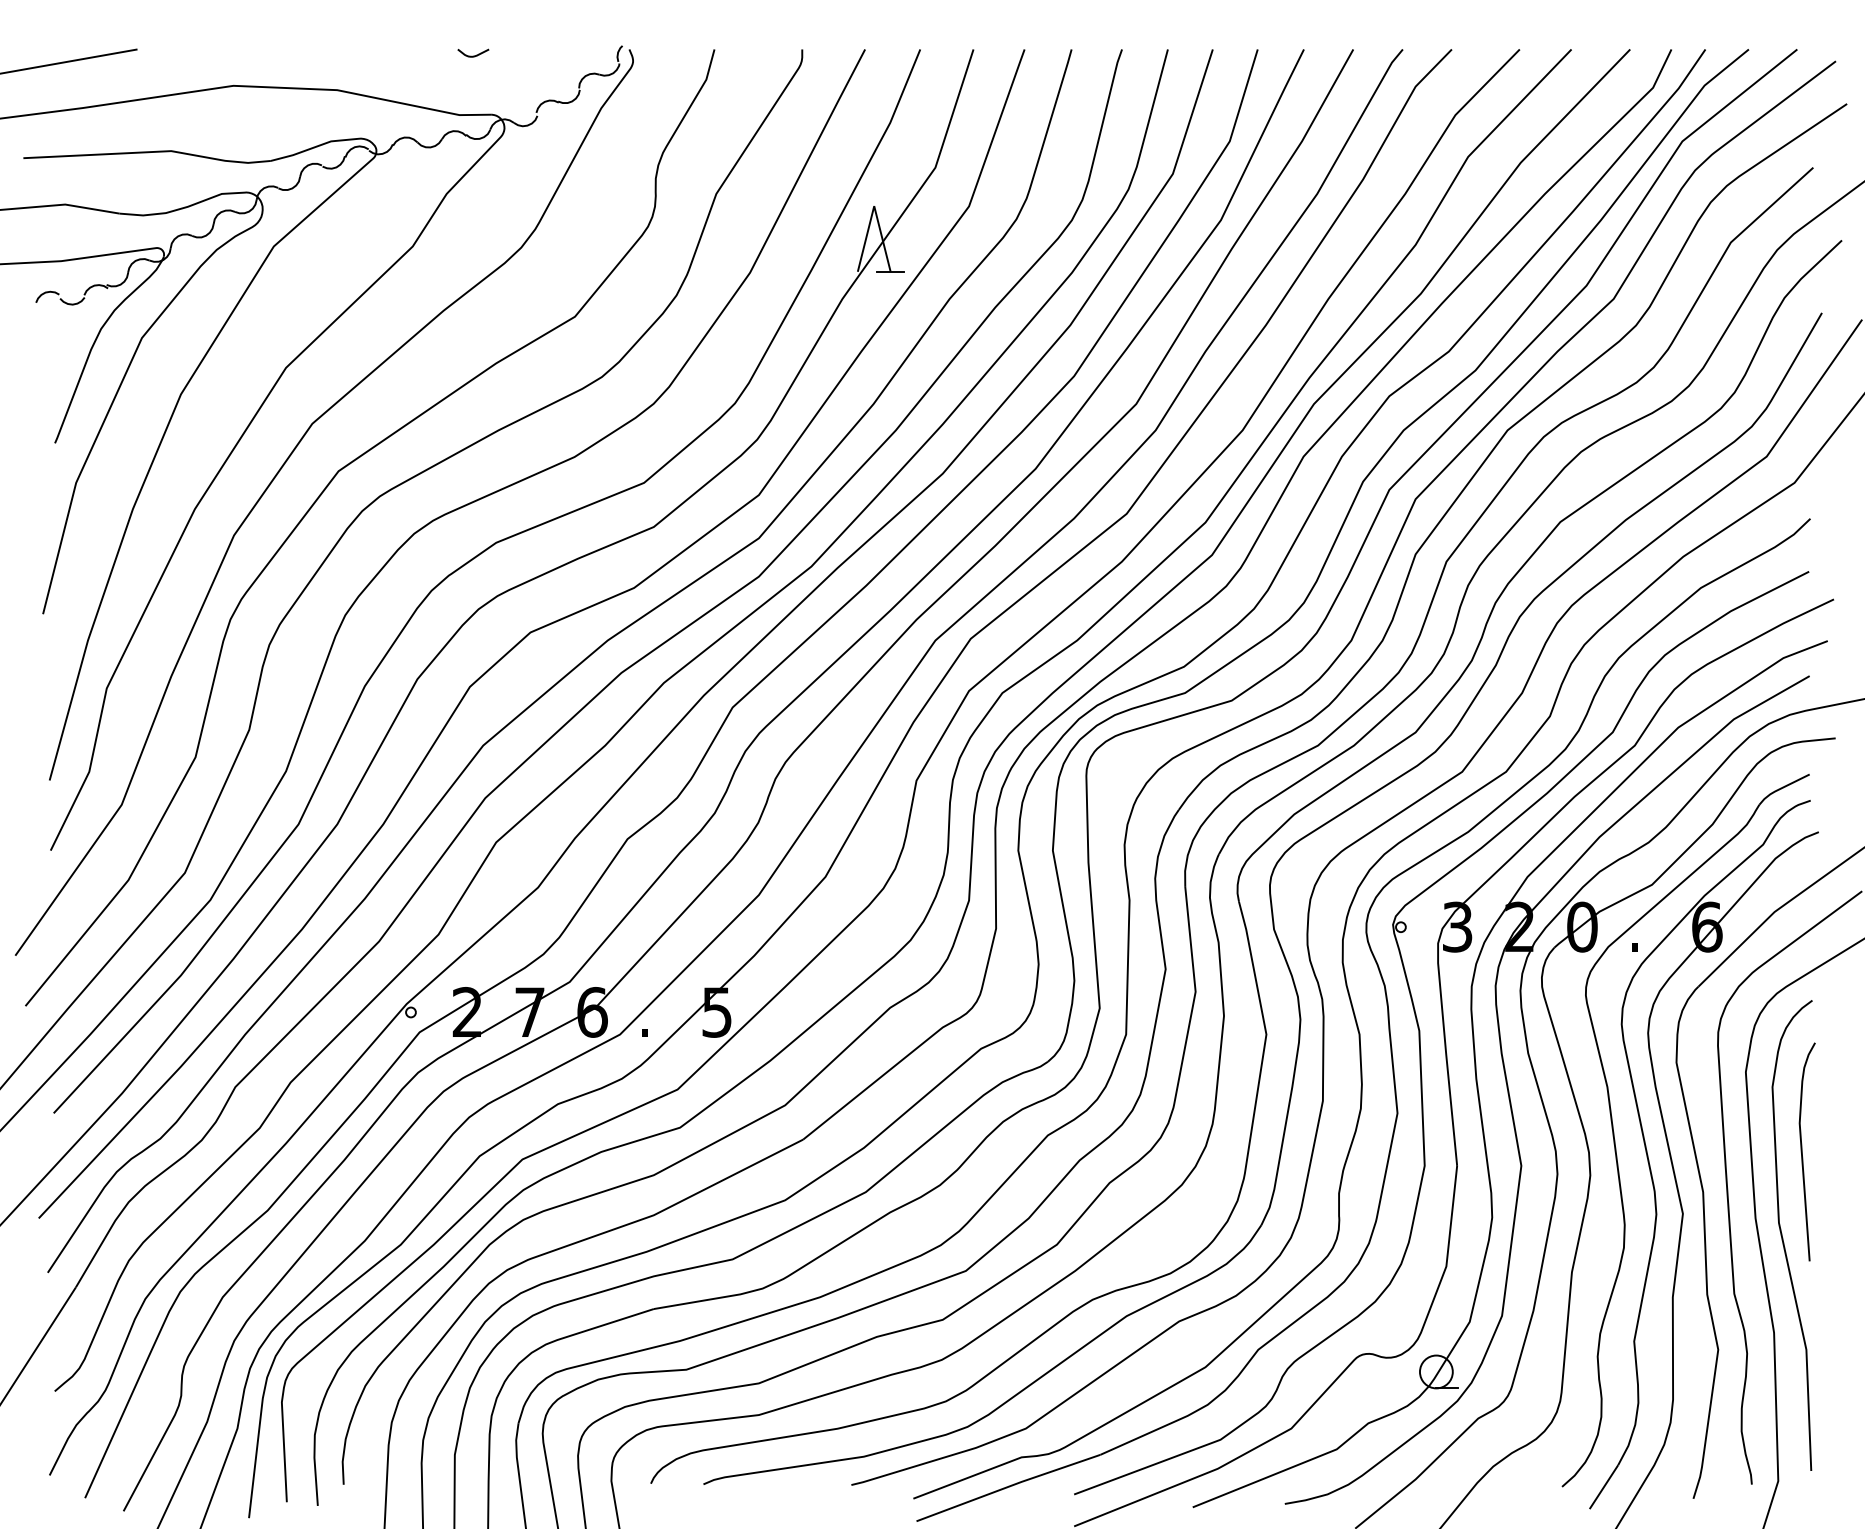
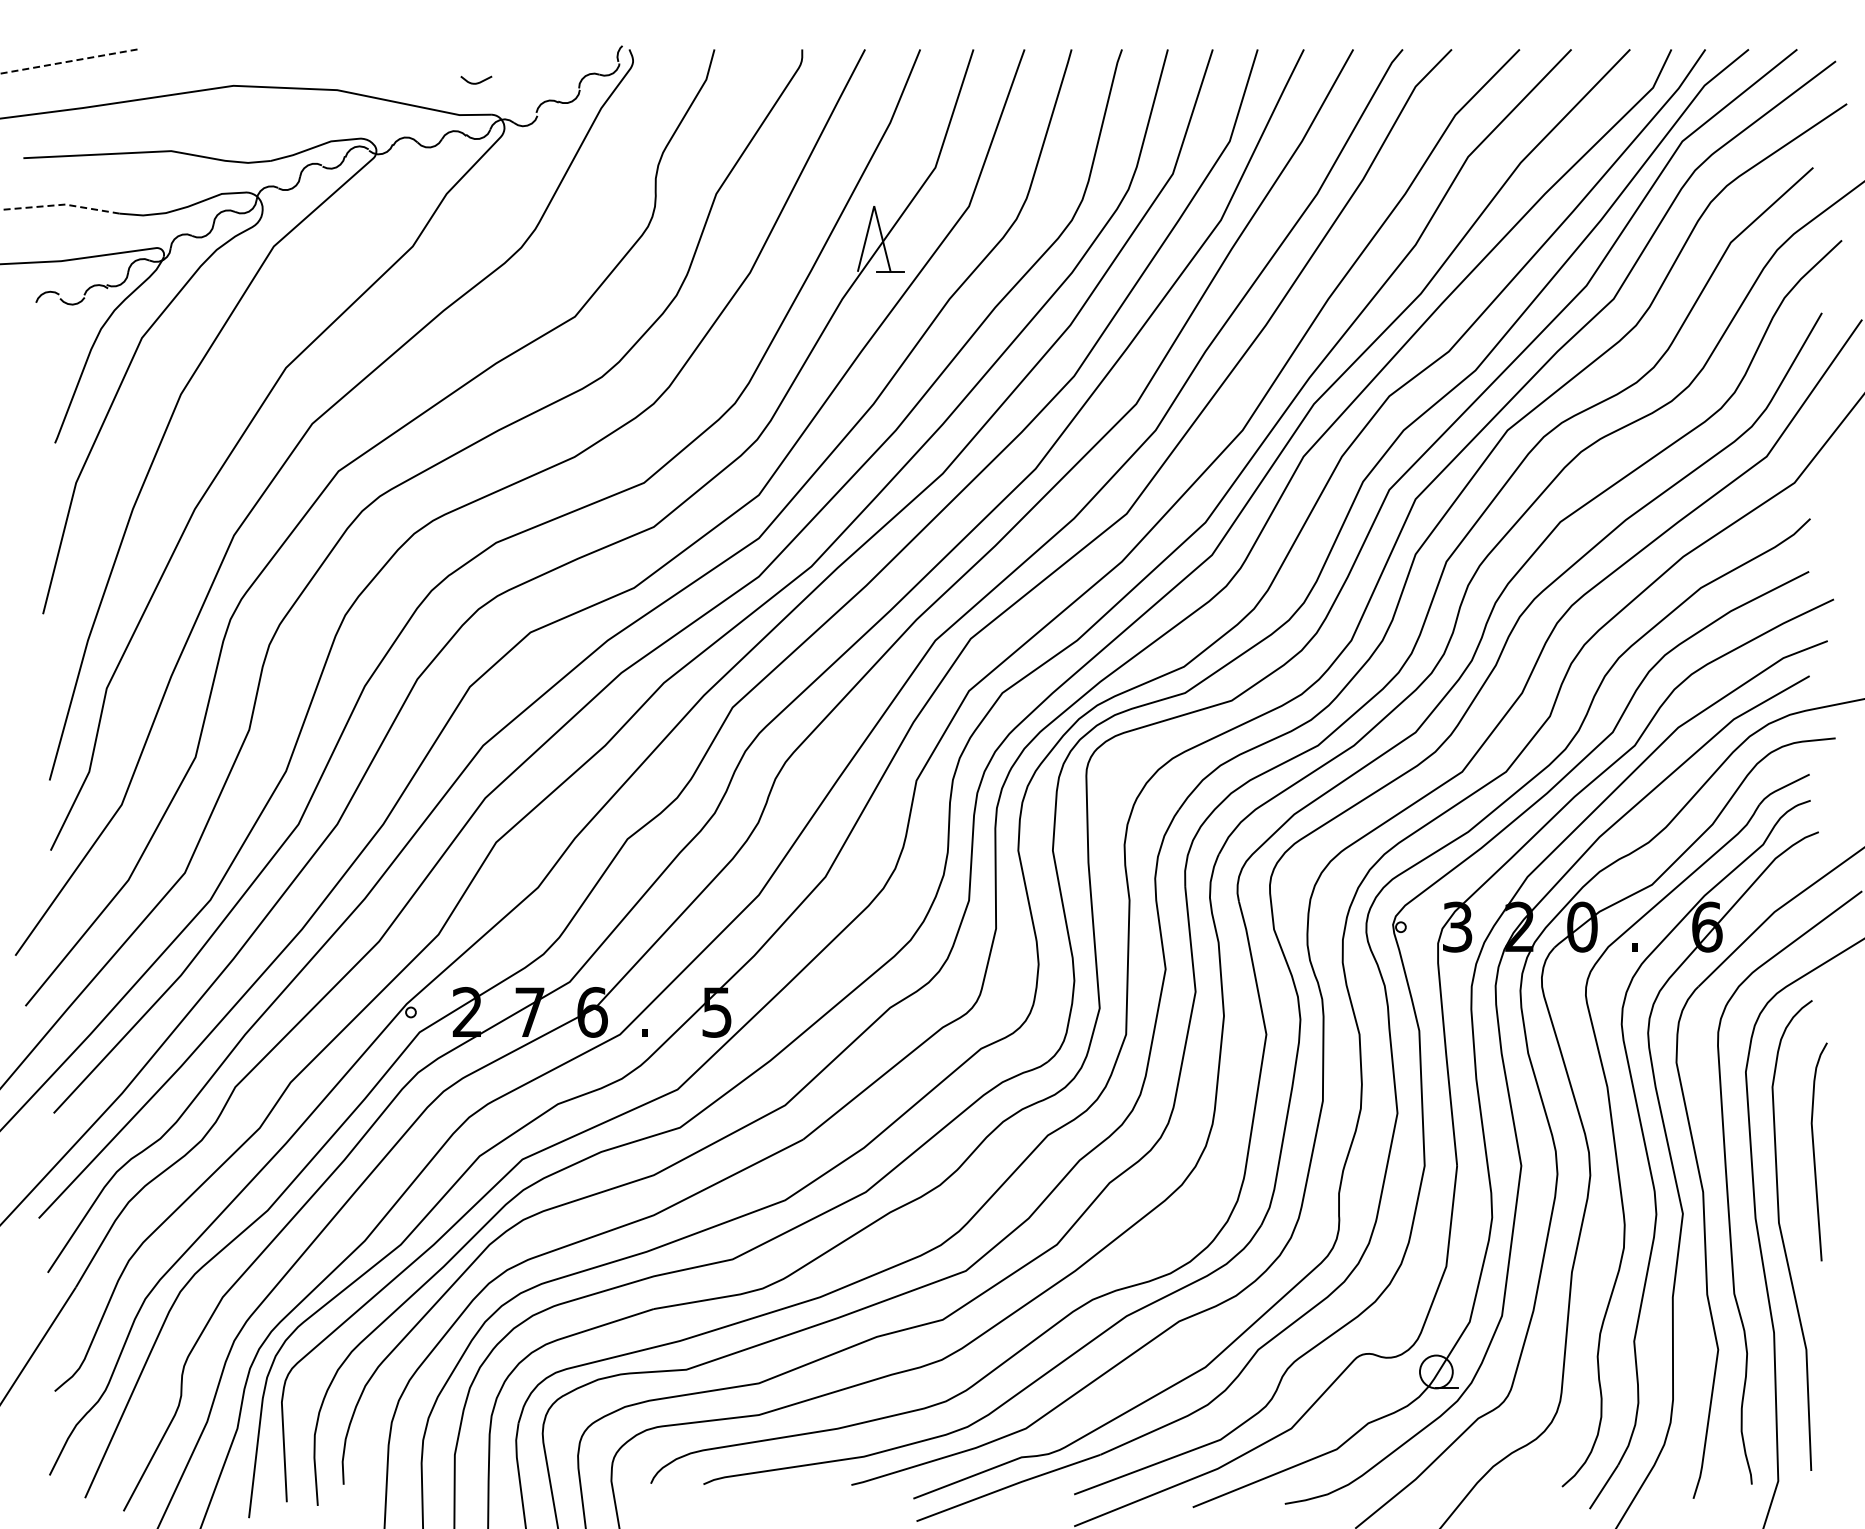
curve at (473, 55) position: (473, 55) -> (476, 82)
line at (68, 61): solid -> dashed
line at (61, 204): solid -> dashed
curve at (1802, 1151) position: (1802, 1151) -> (1814, 1151)
